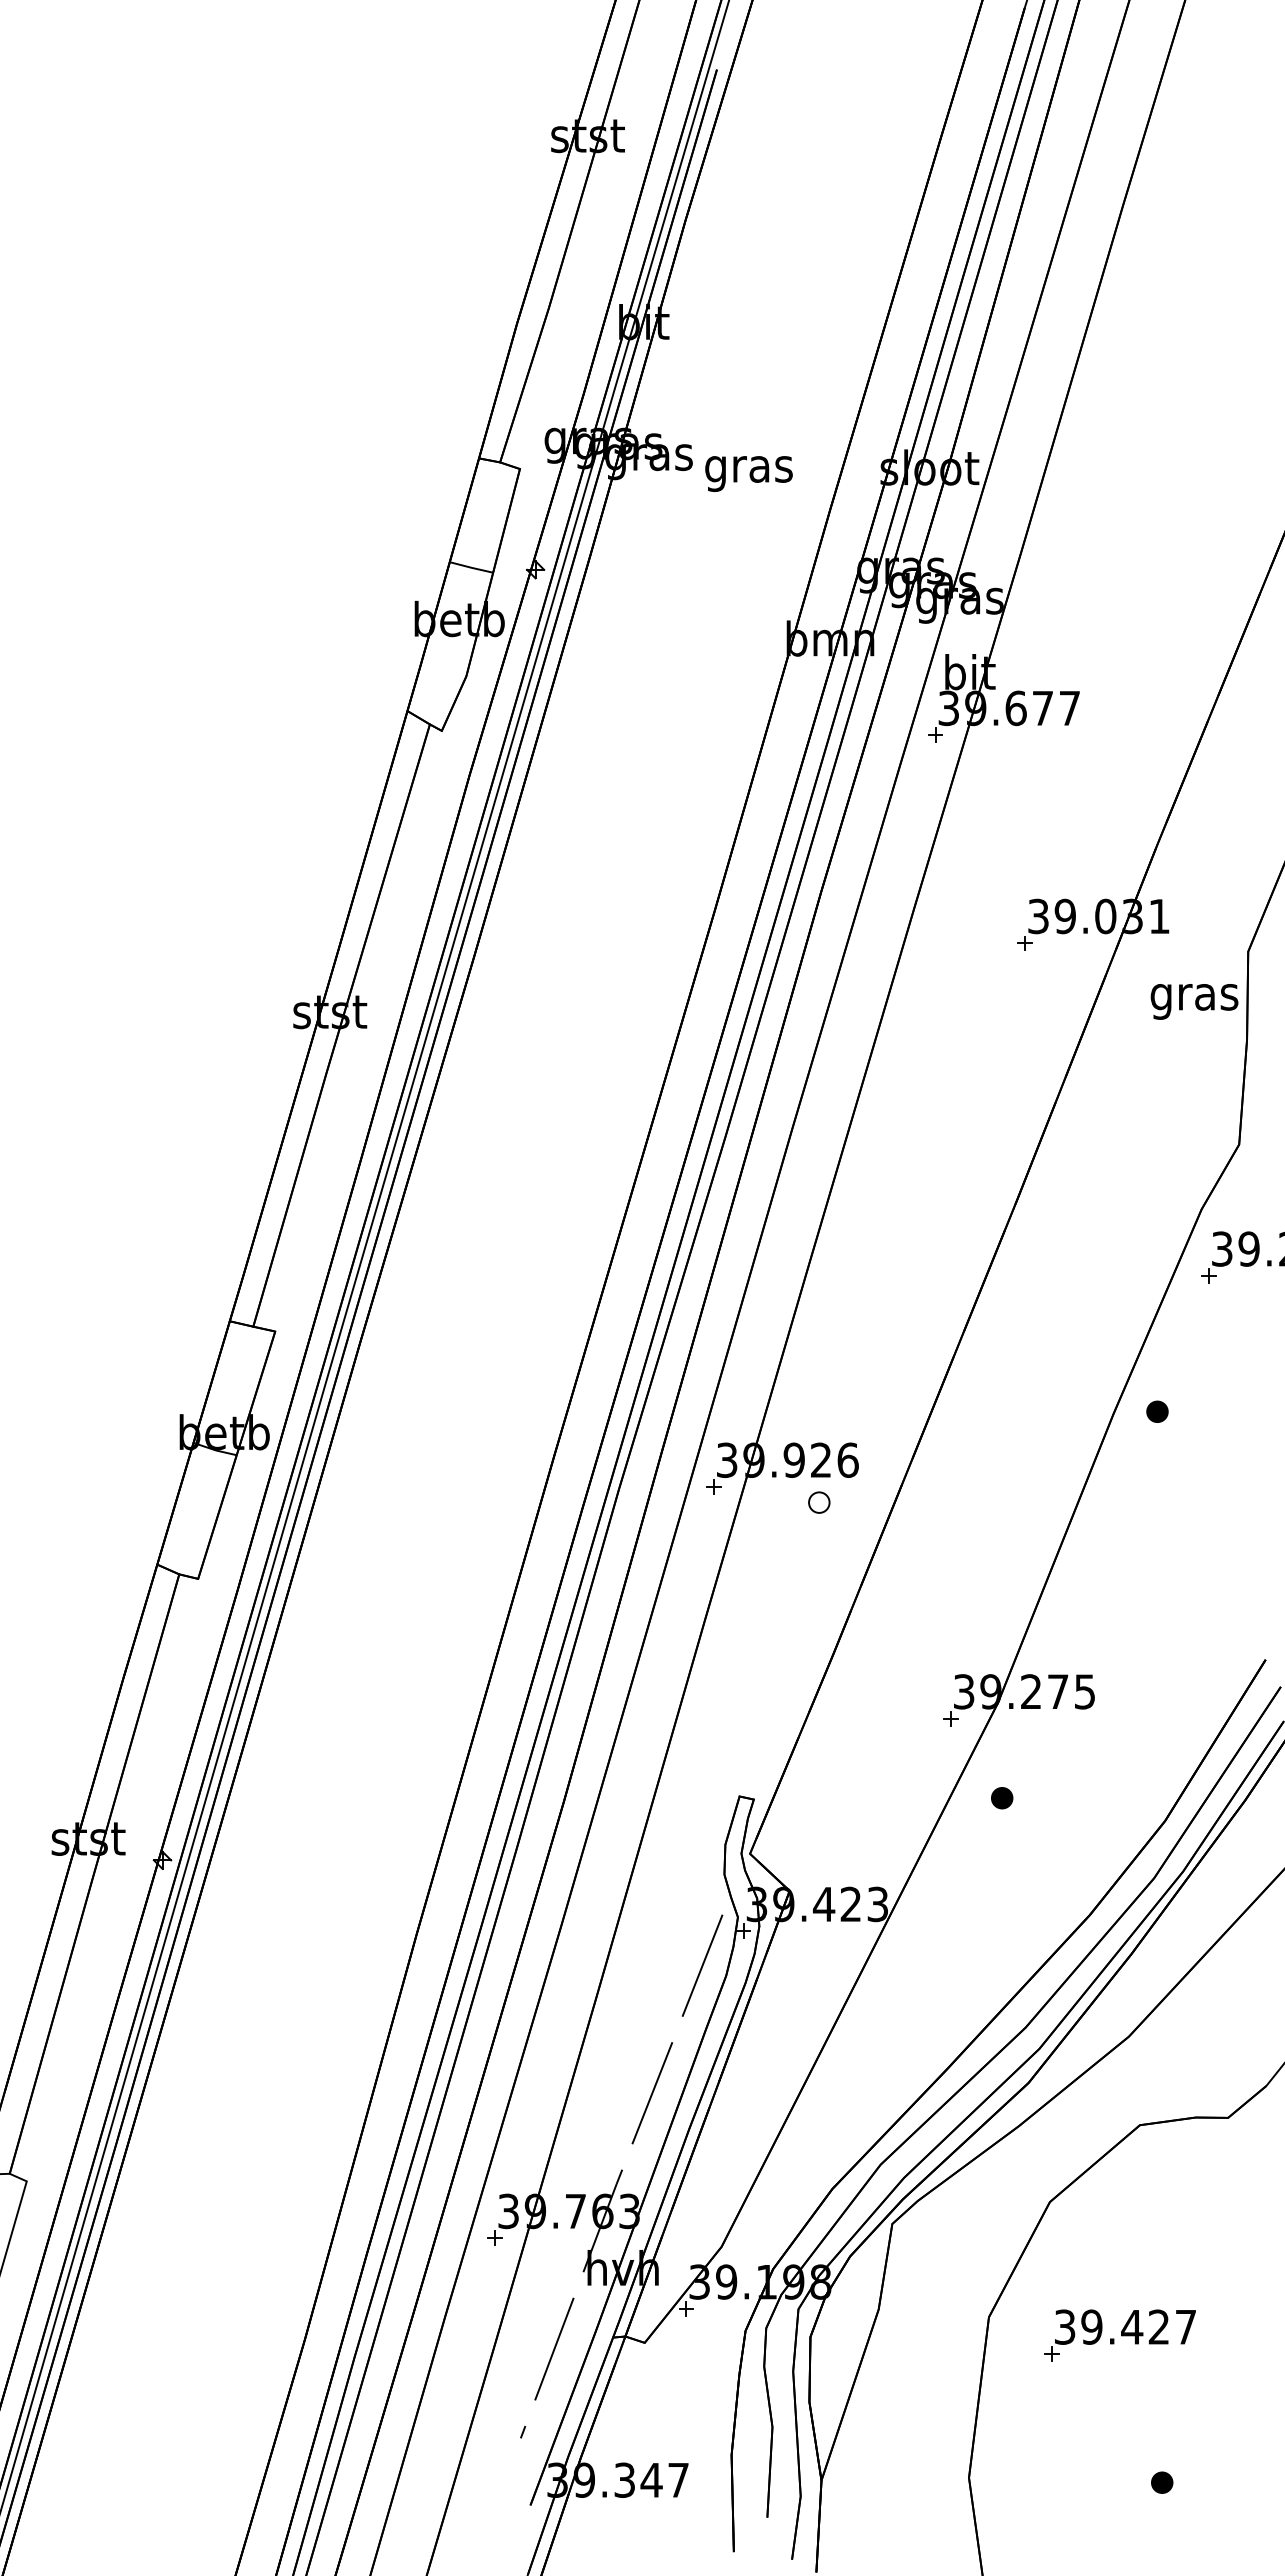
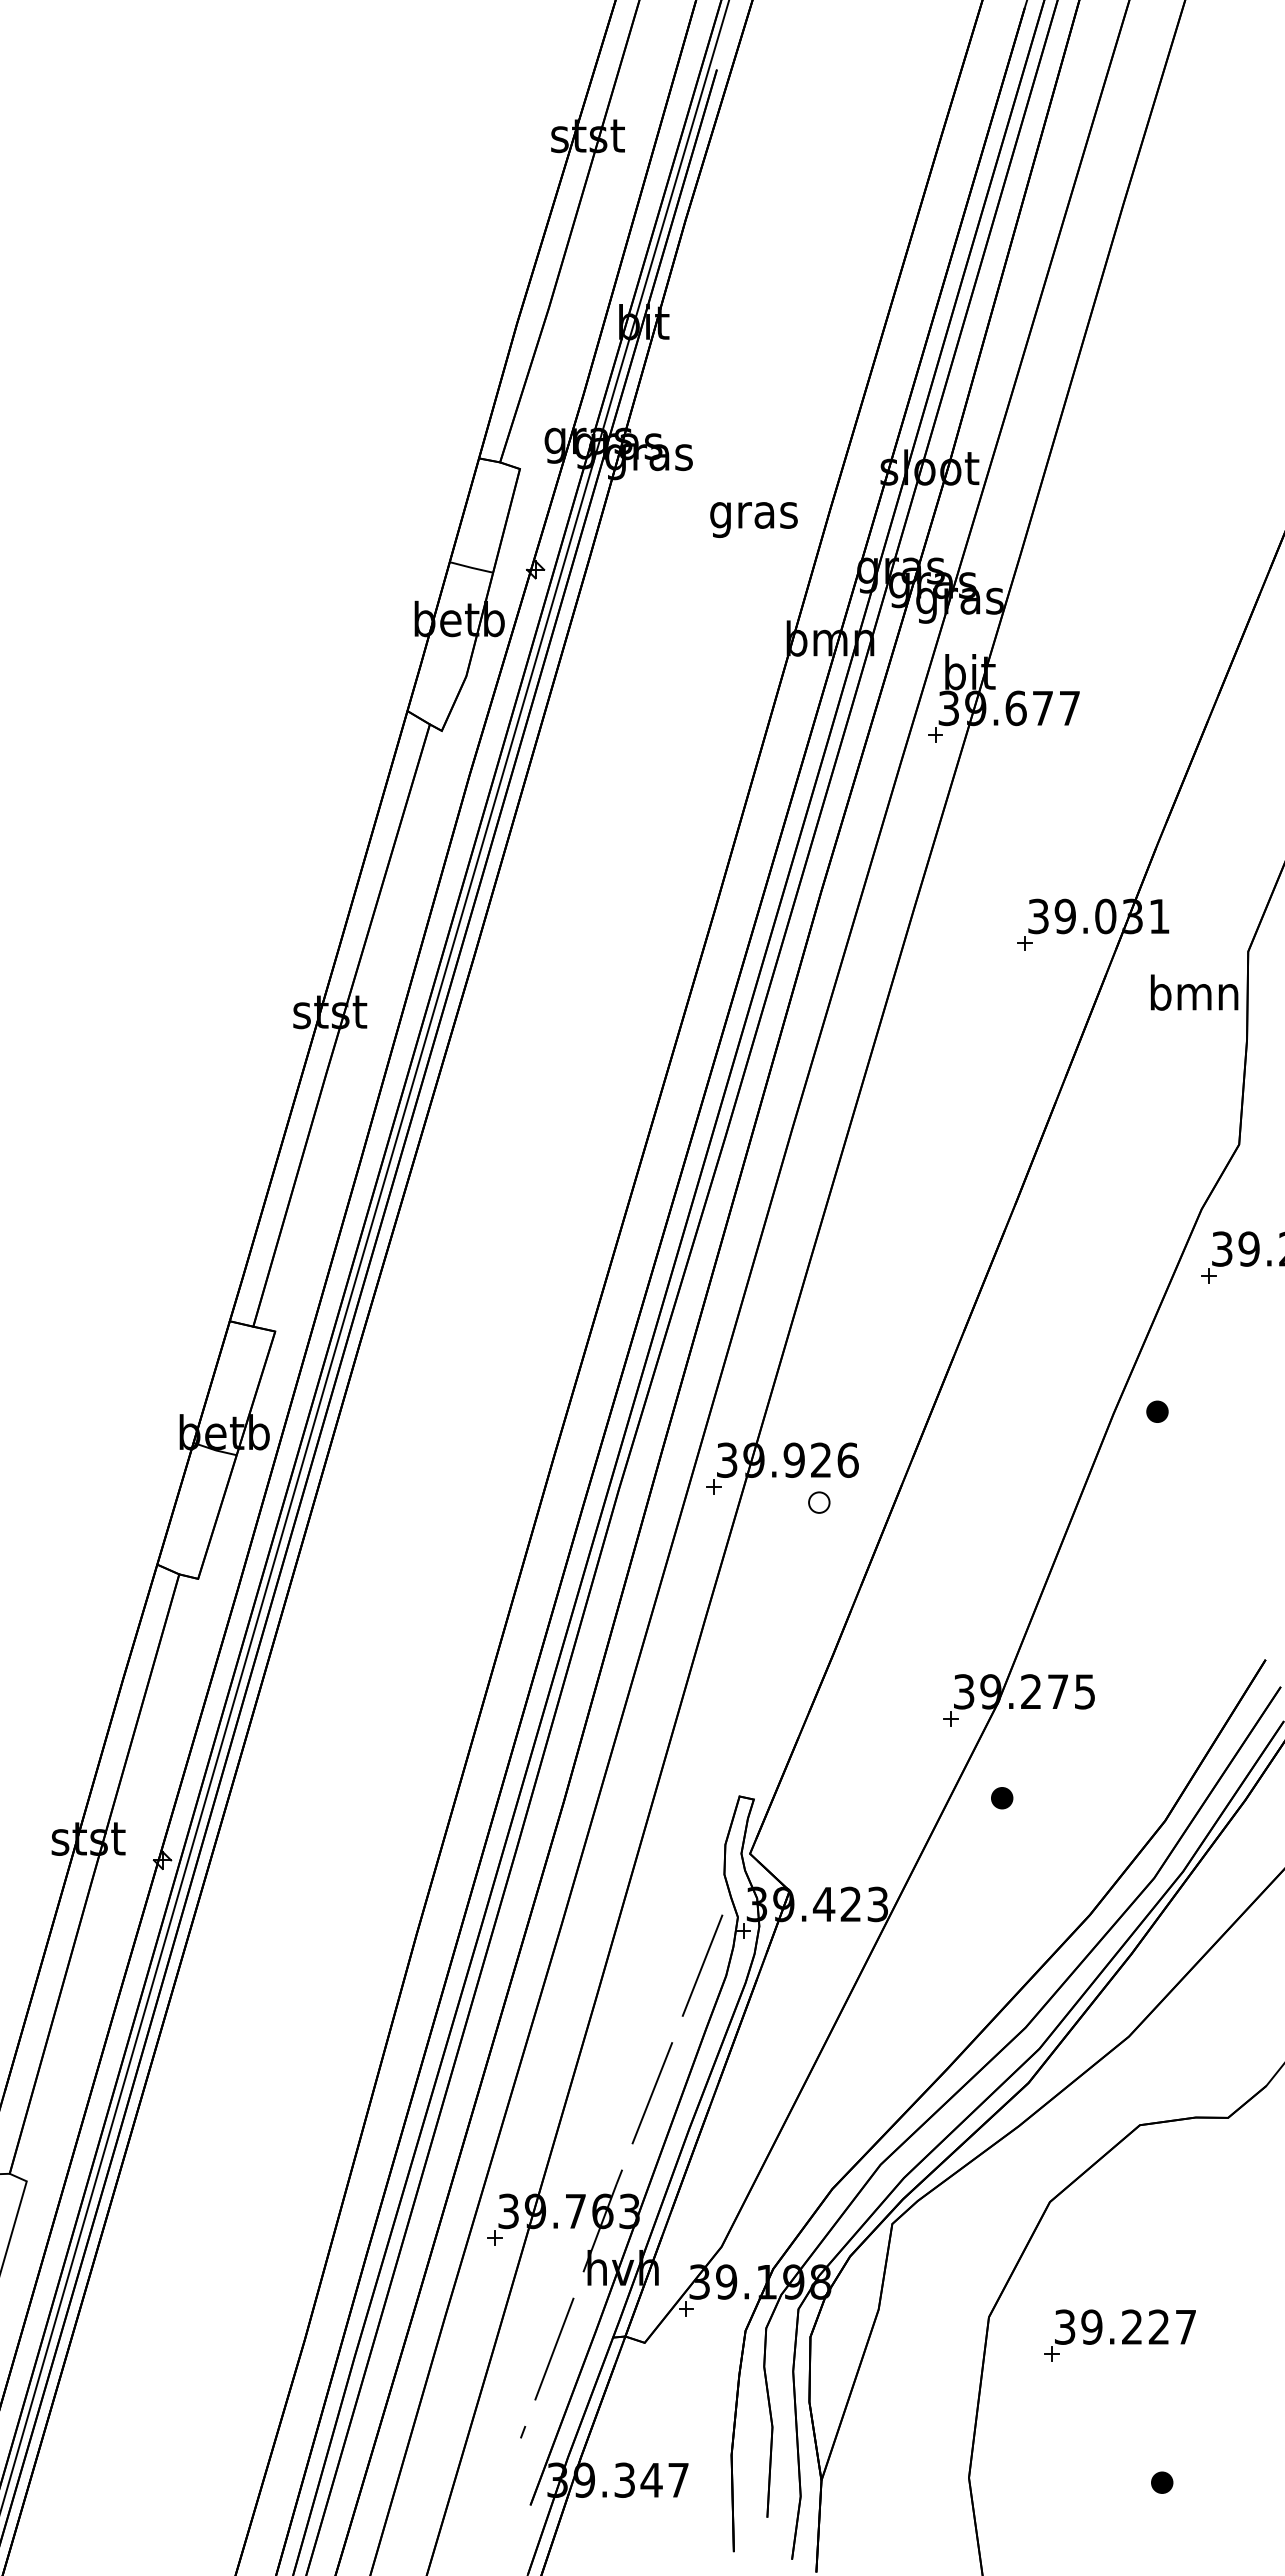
text at (748, 473) position: (748, 473) -> (753, 519)
text at (1194, 996): gras -> bmn
text at (1132, 2326): 39.427 -> 39.227
